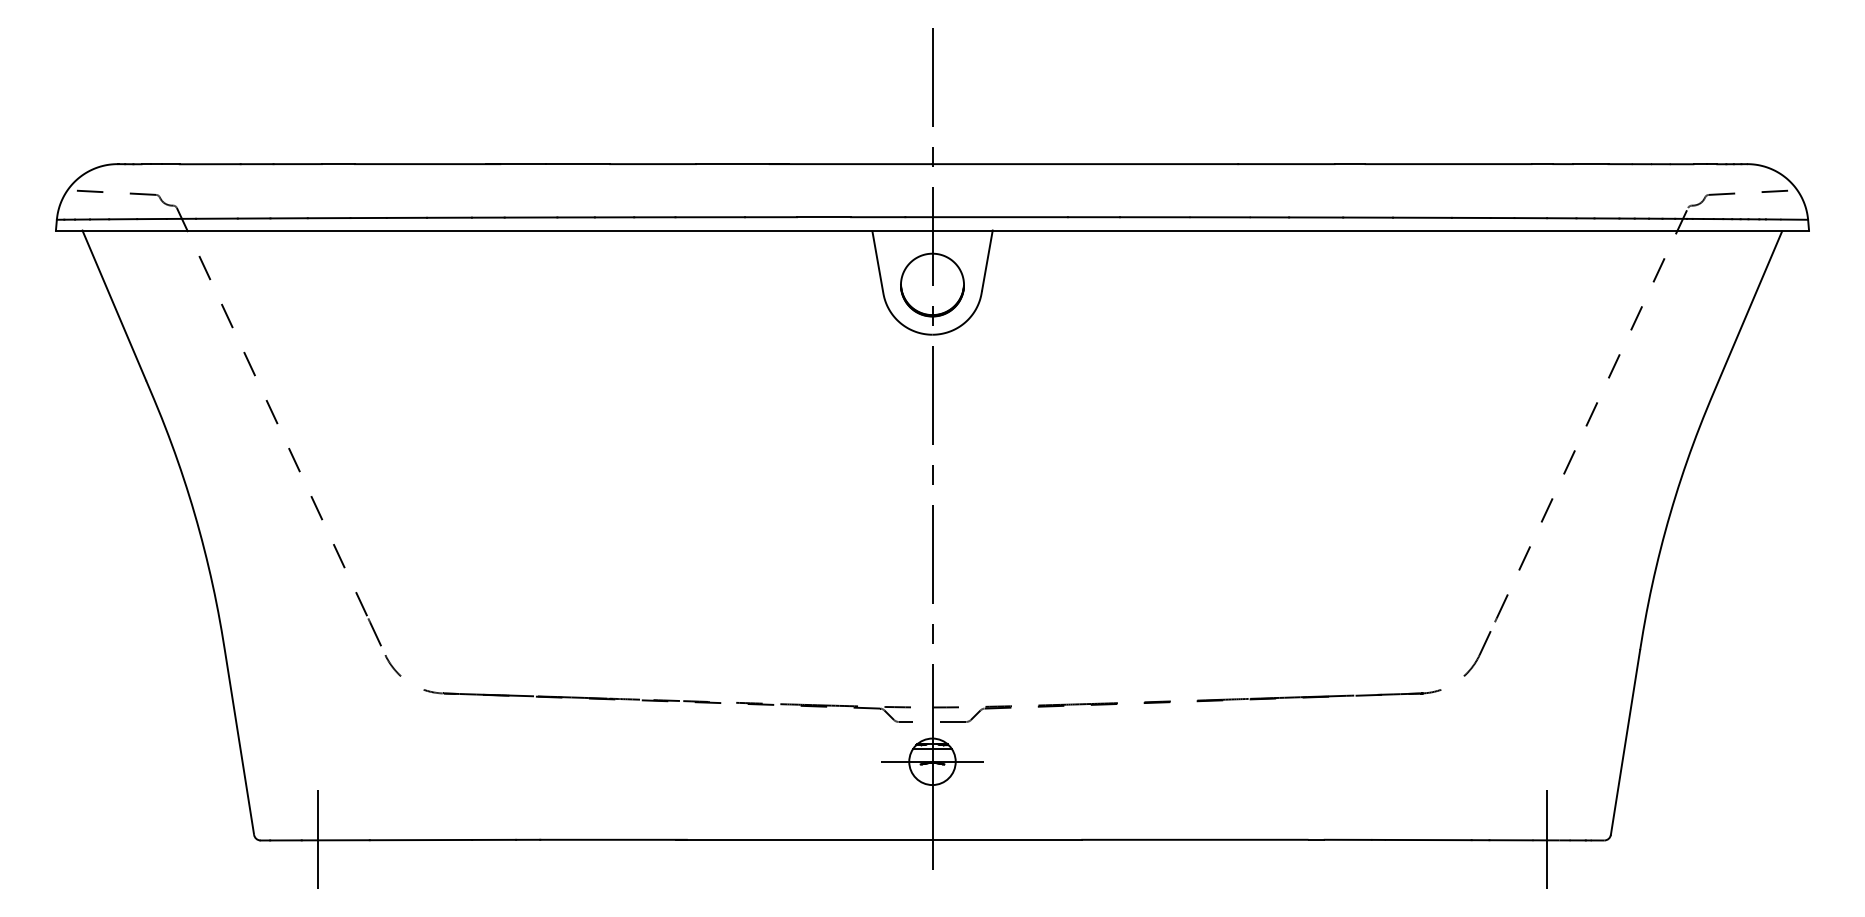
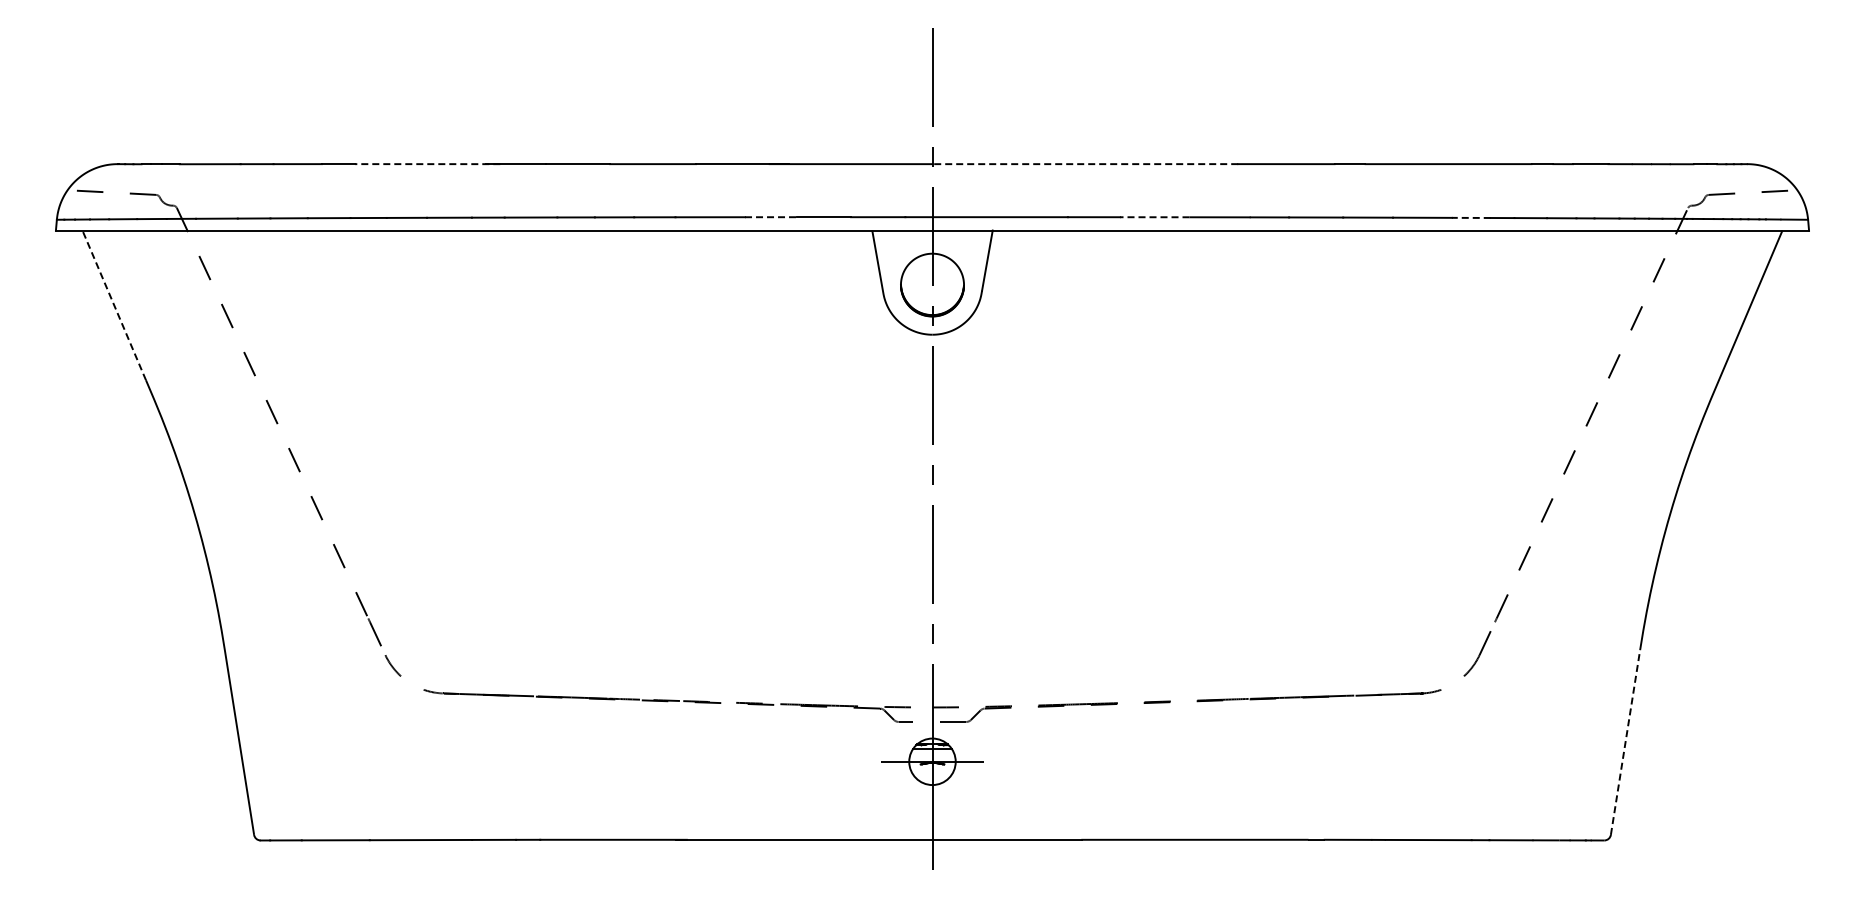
line at (427, 164): solid -> dashed
line at (1085, 164): solid -> dashed
line at (771, 217): solid -> dashed
line at (1154, 217): solid -> dashed
line at (1470, 217): solid -> dashed
line at (114, 304): solid -> dashed
line at (1625, 742): solid -> dashed
line at (1546, 839): present -> none
line at (318, 843): present -> none
